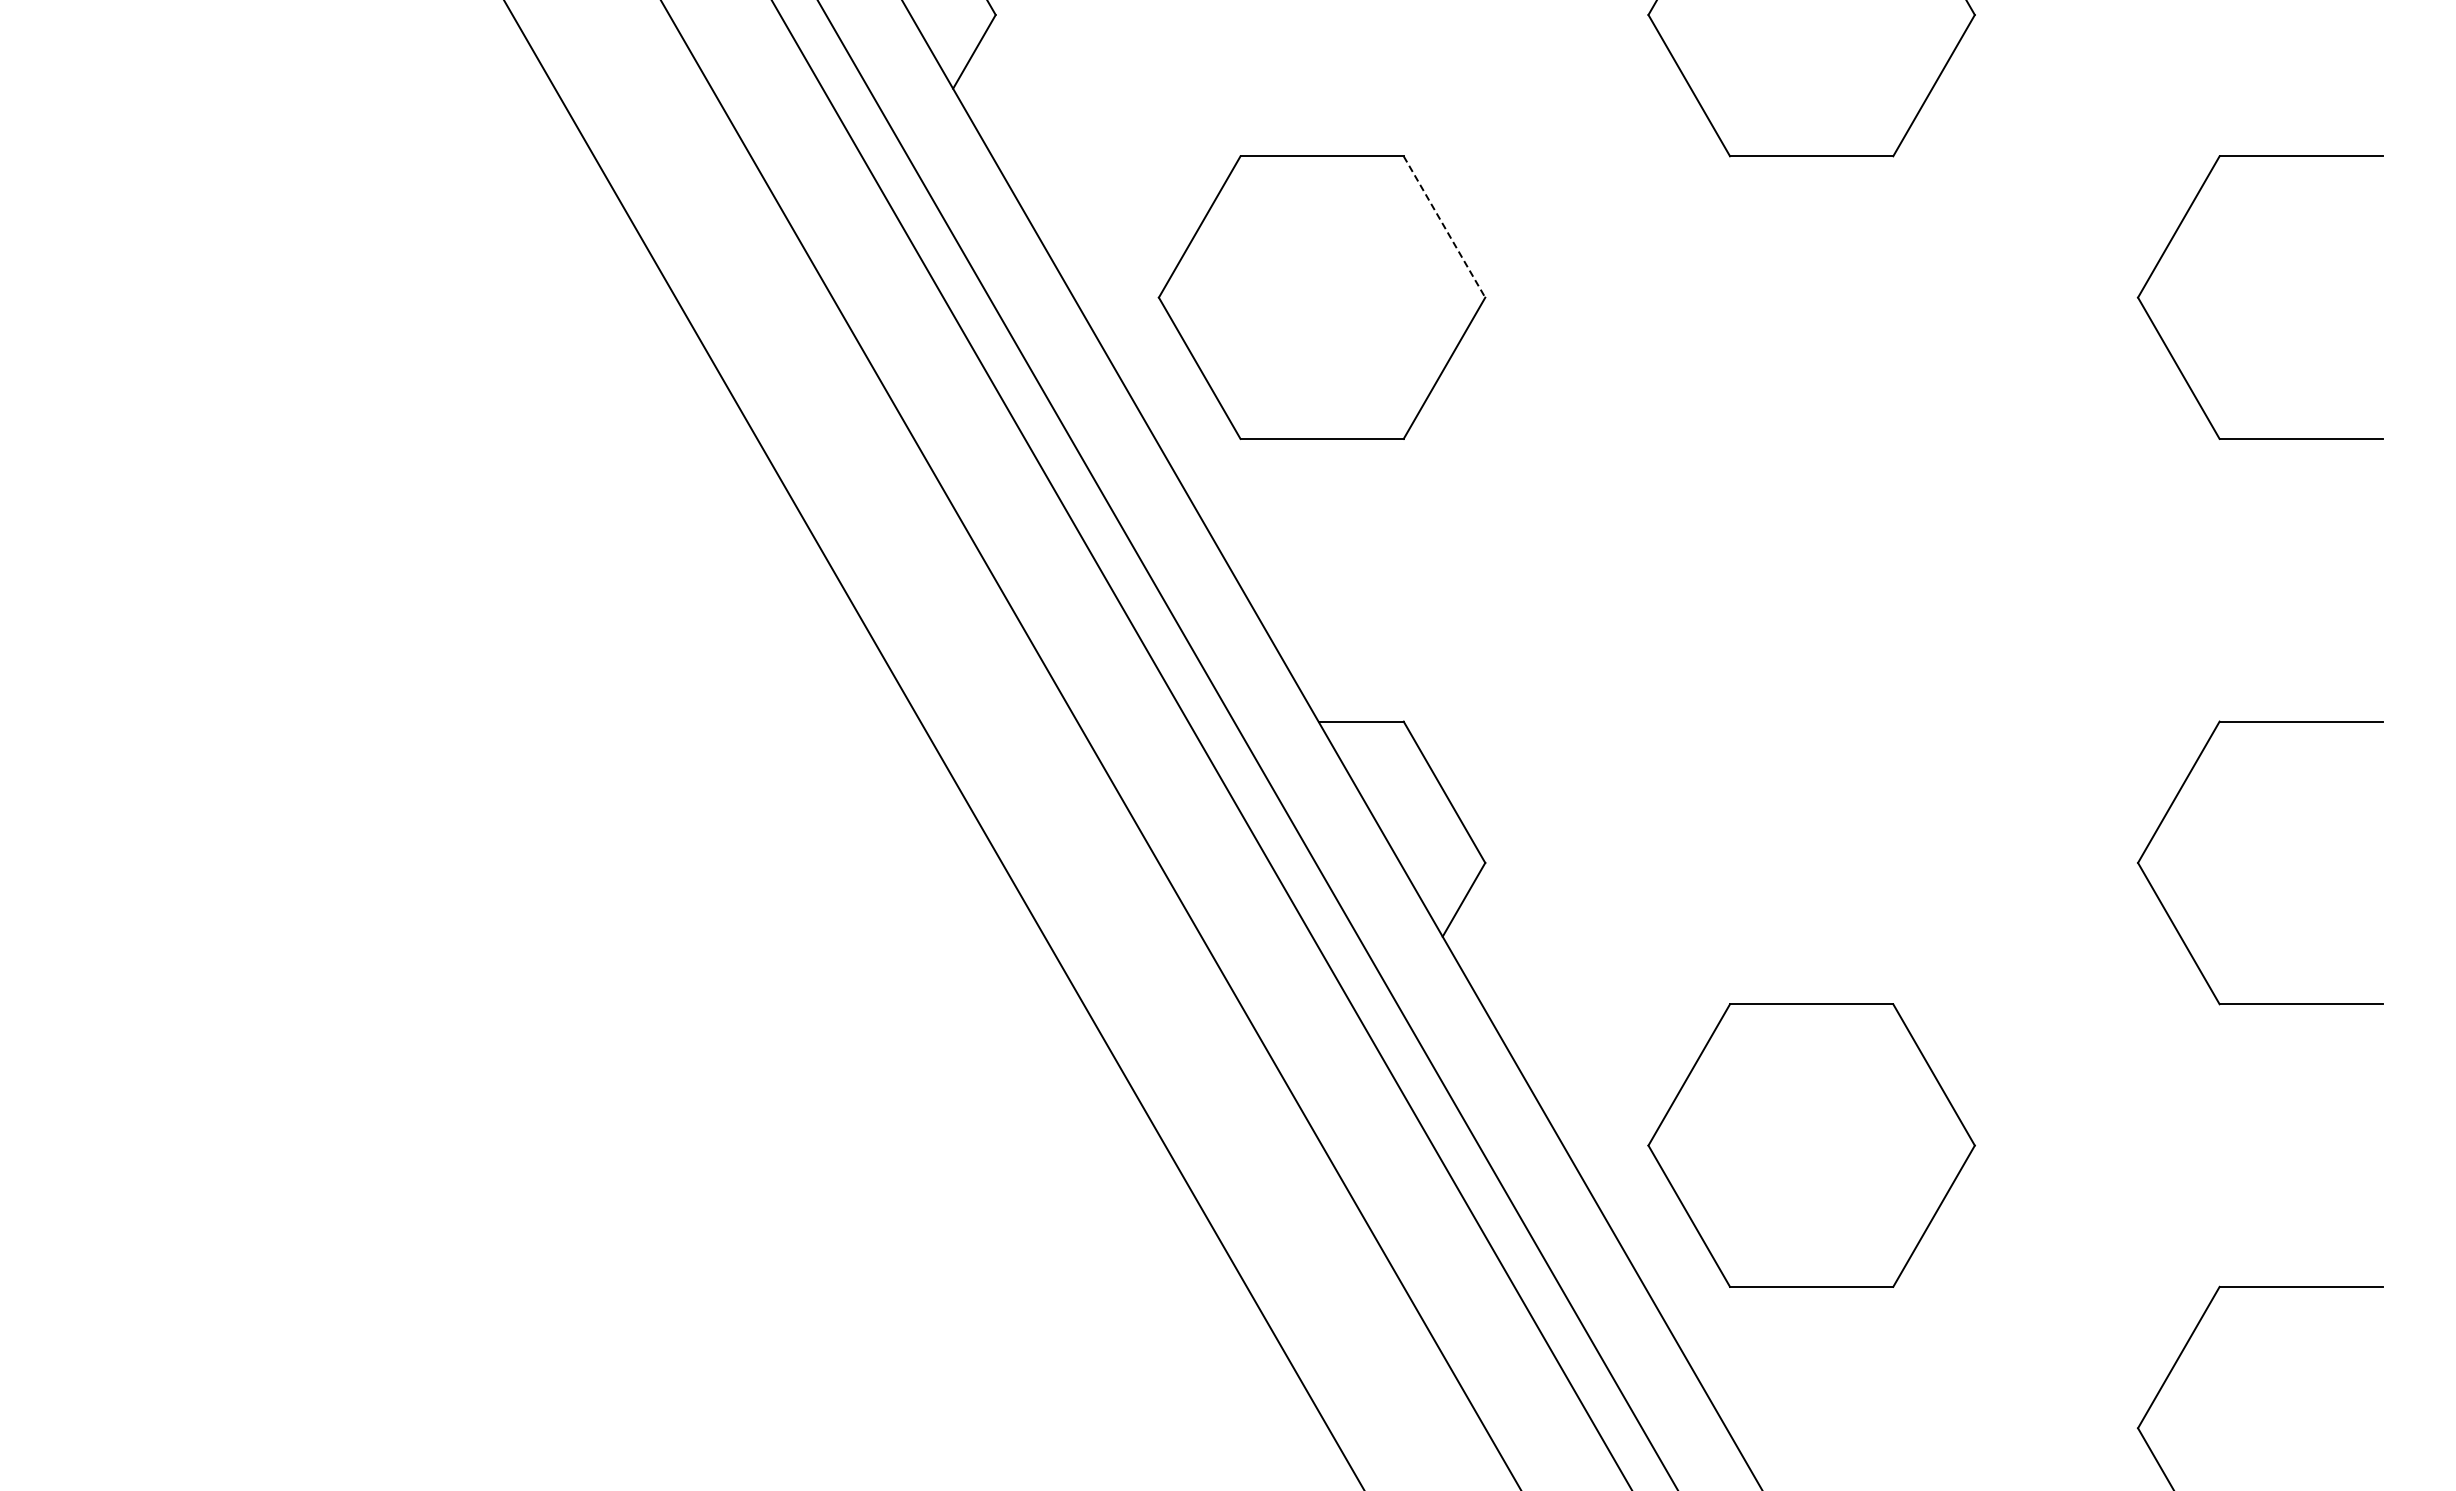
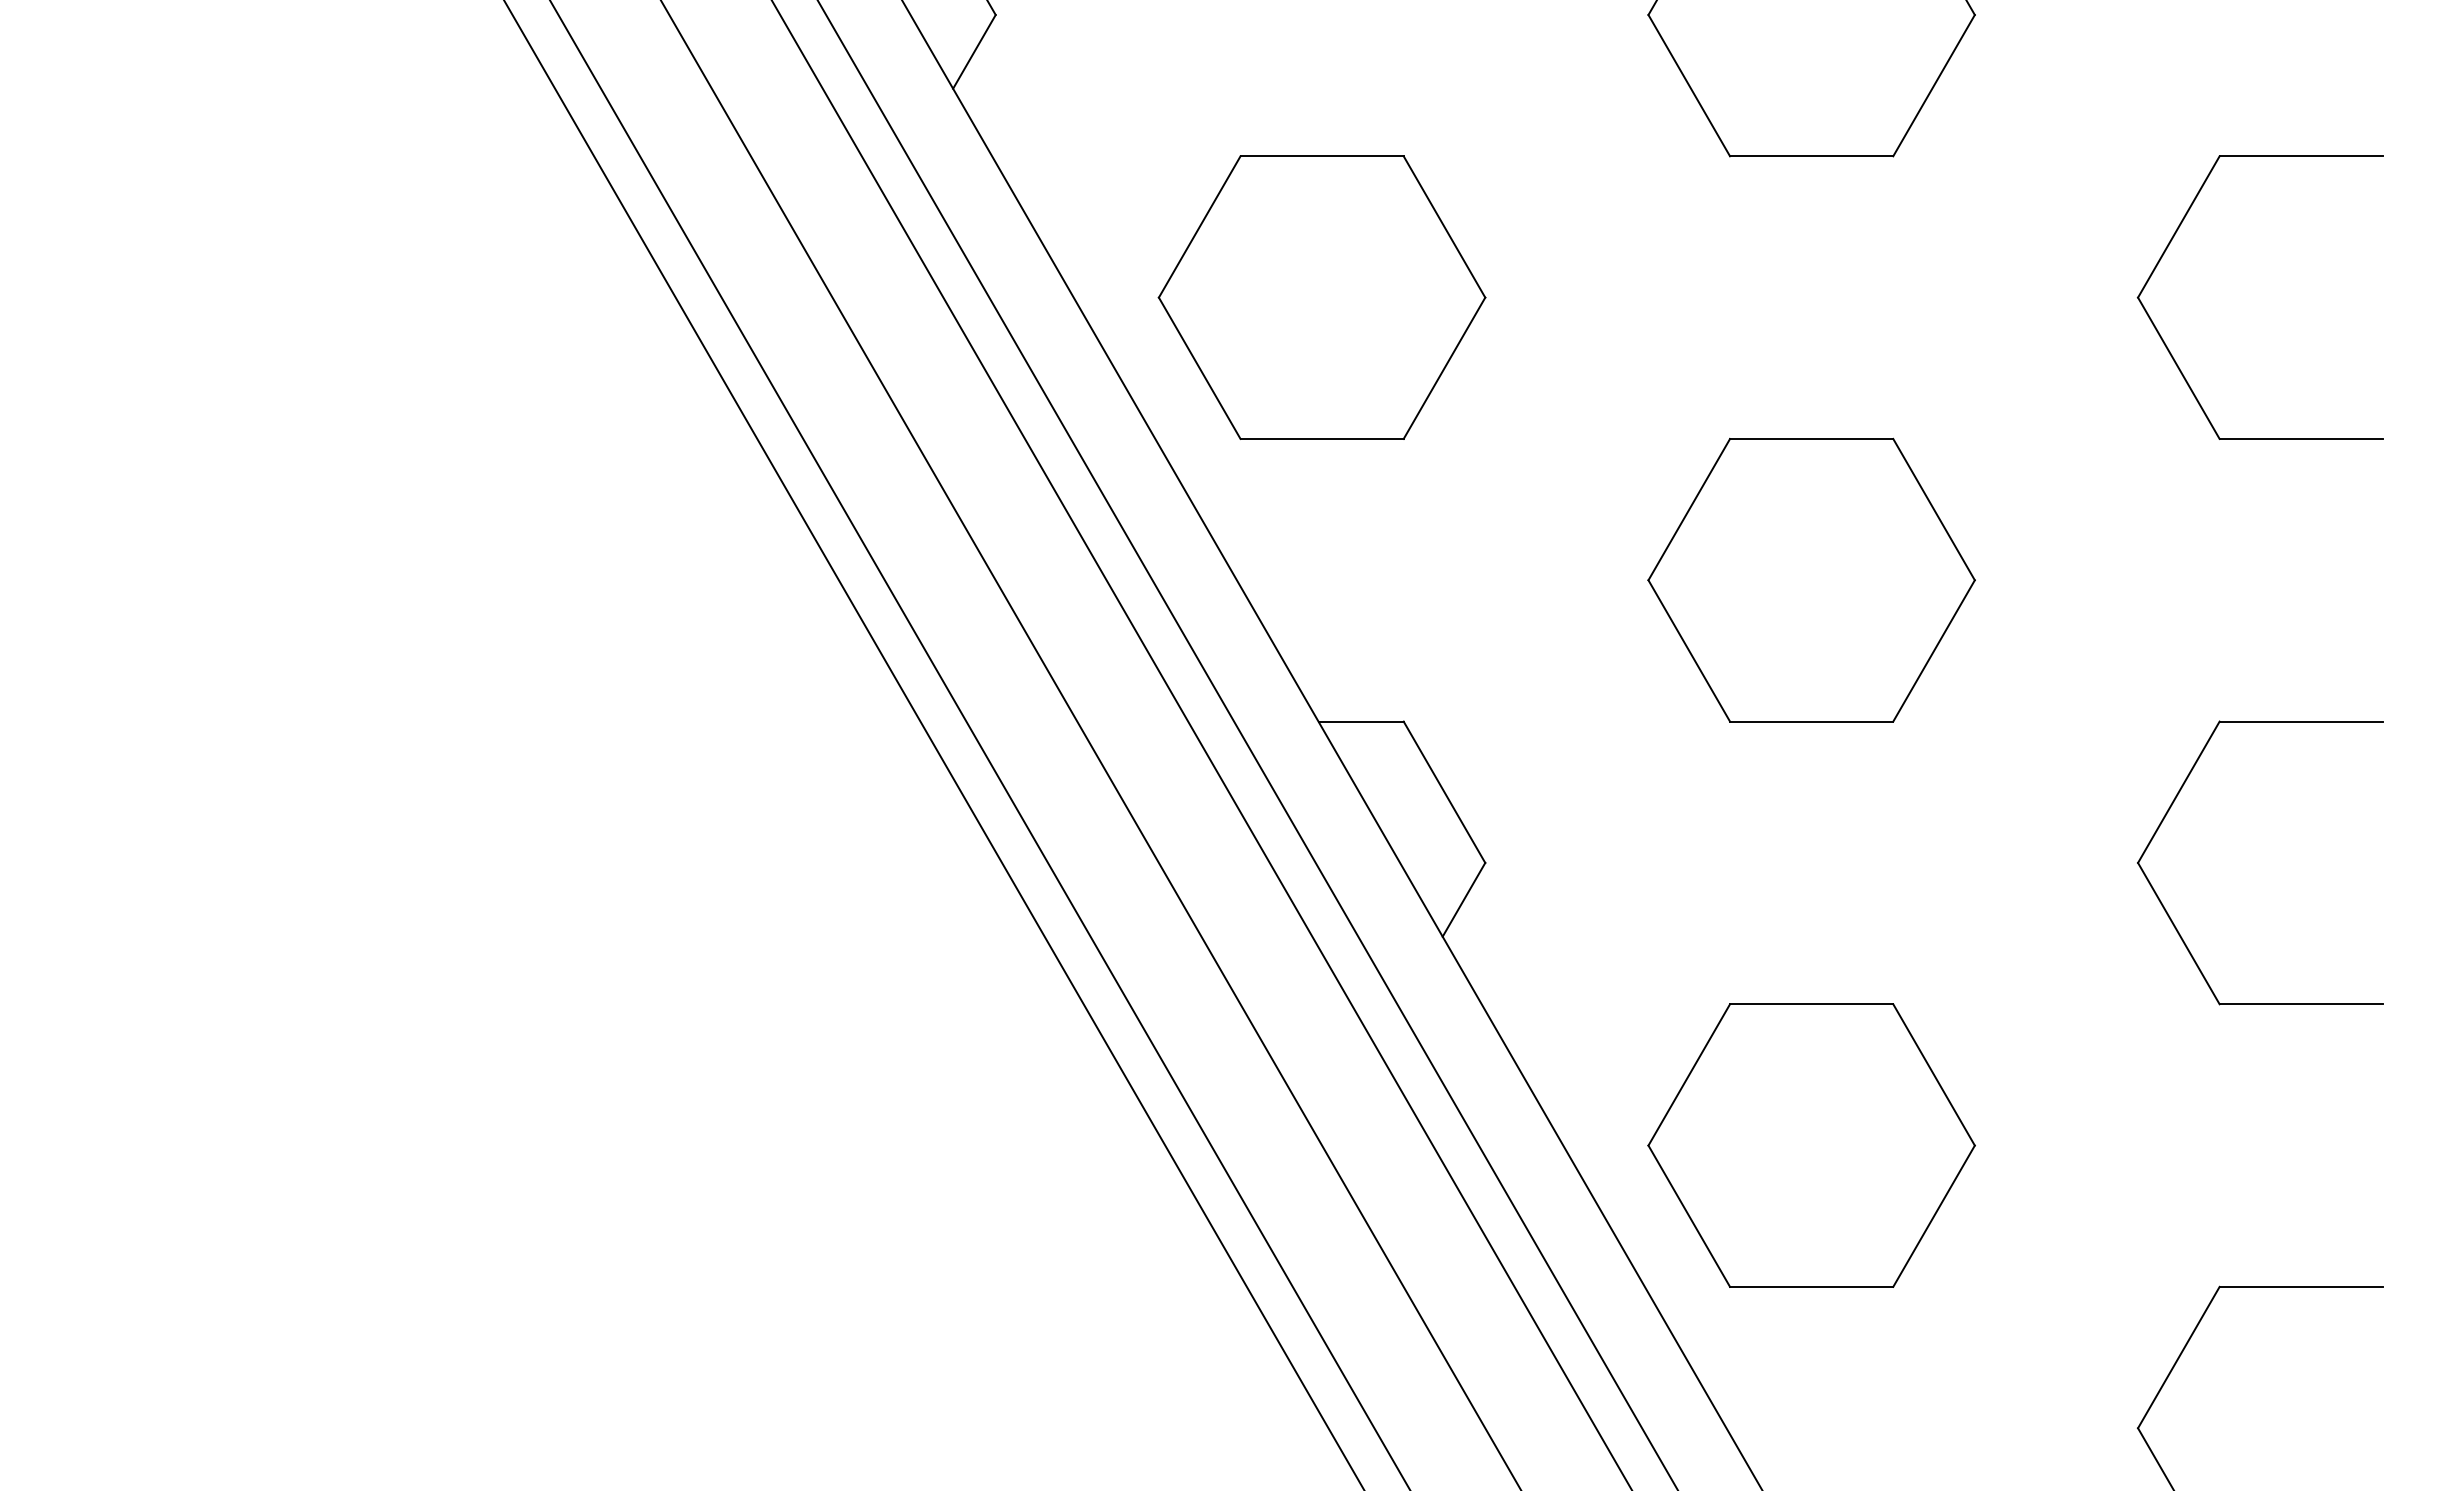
line at (1444, 226): dashed -> solid
part at (1811, 579): none -> present
line at (979, 744): none -> present
